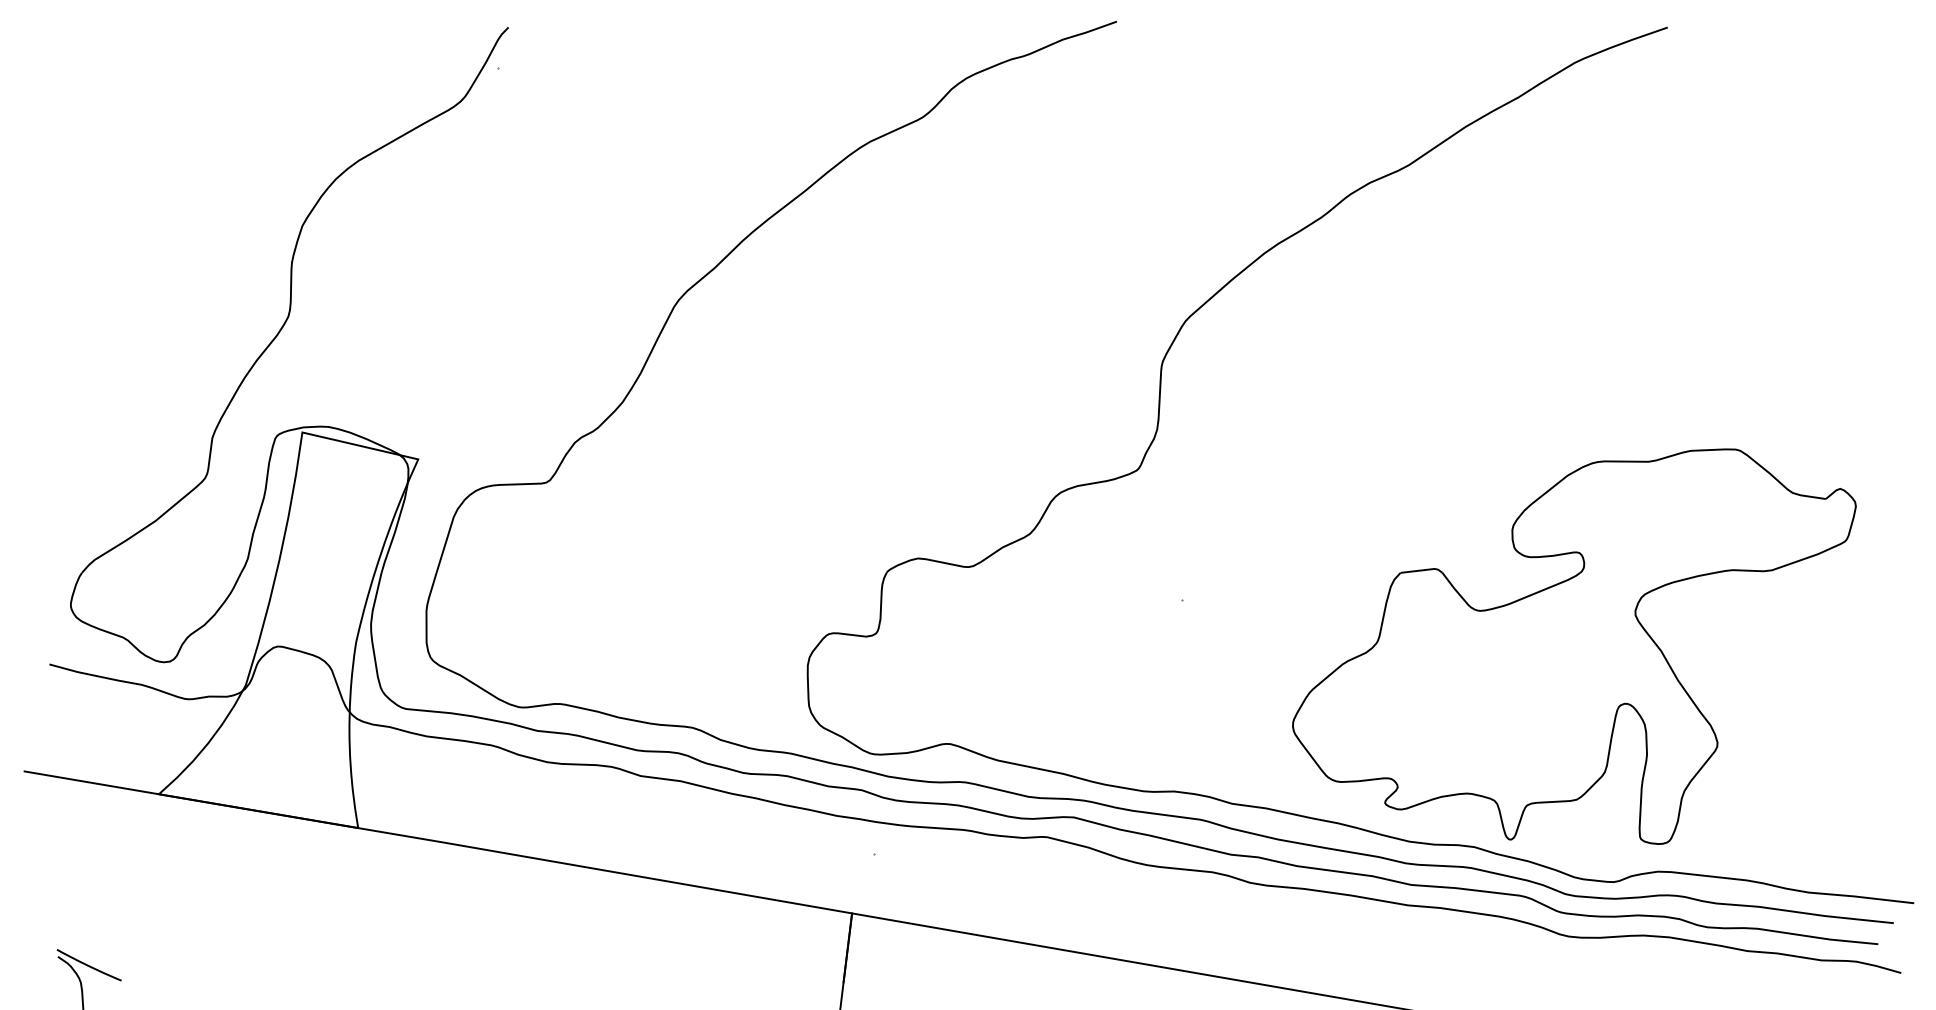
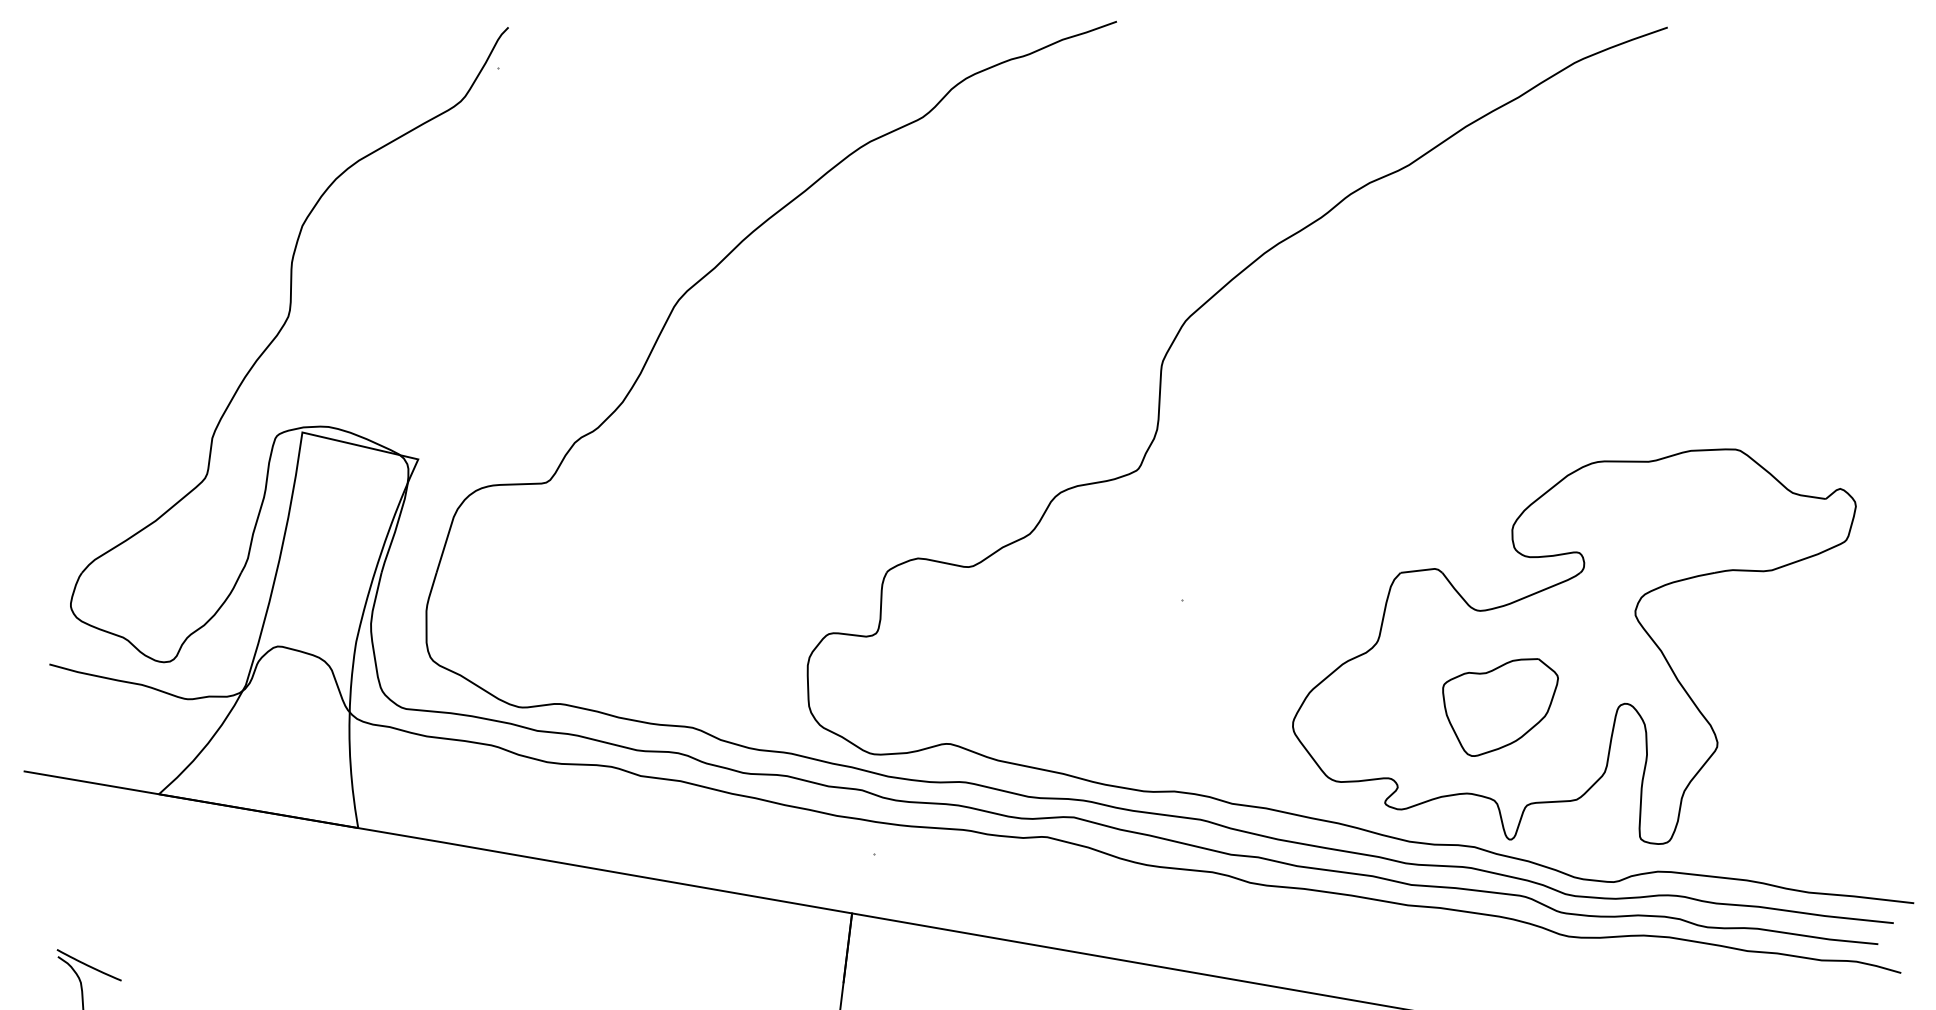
part at (1500, 707): none -> present
